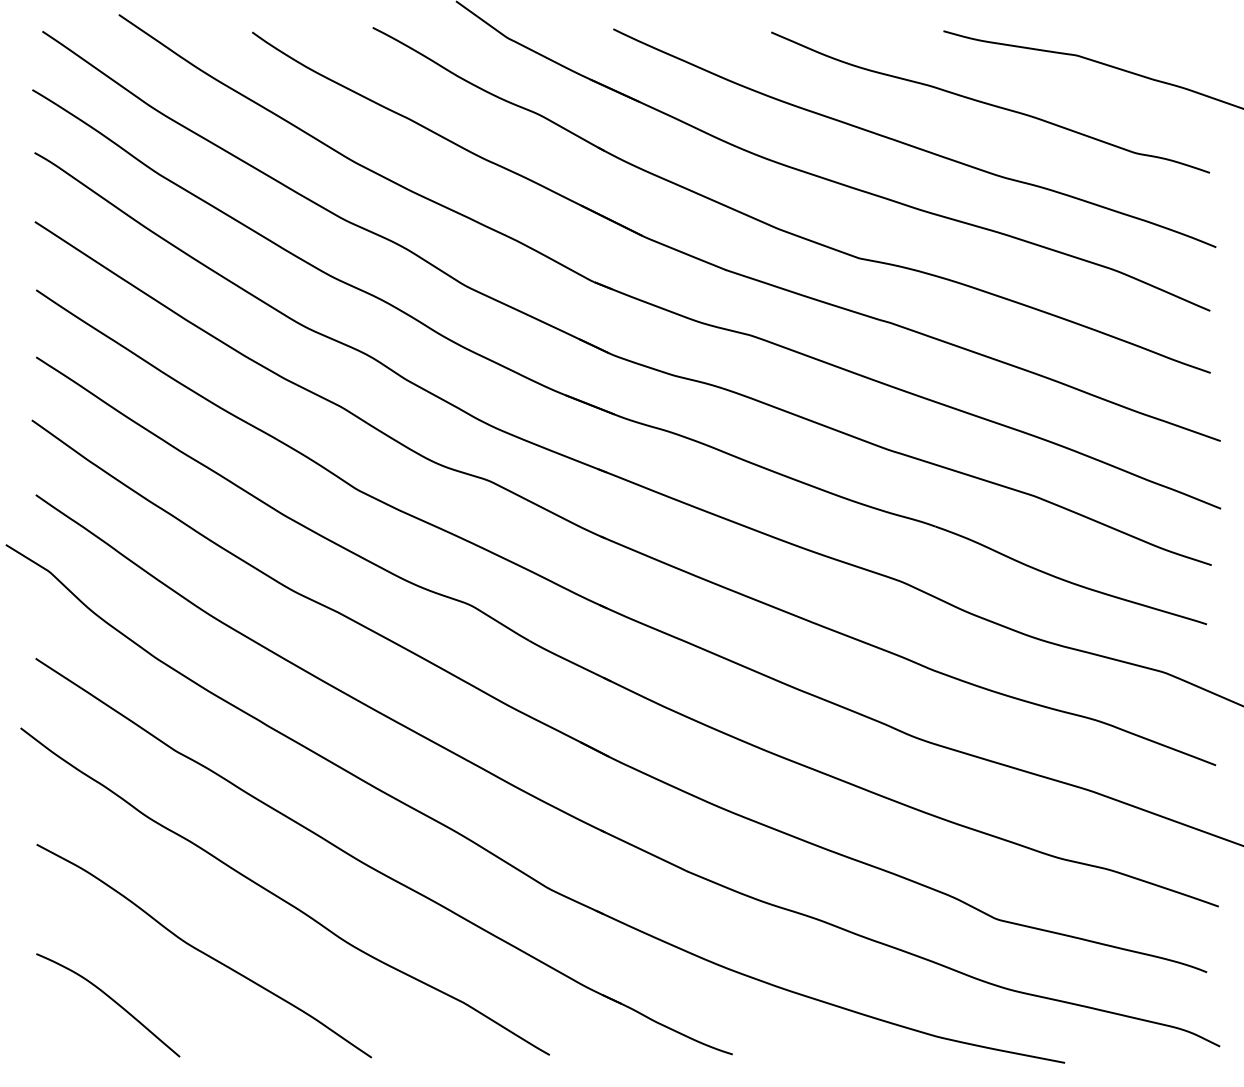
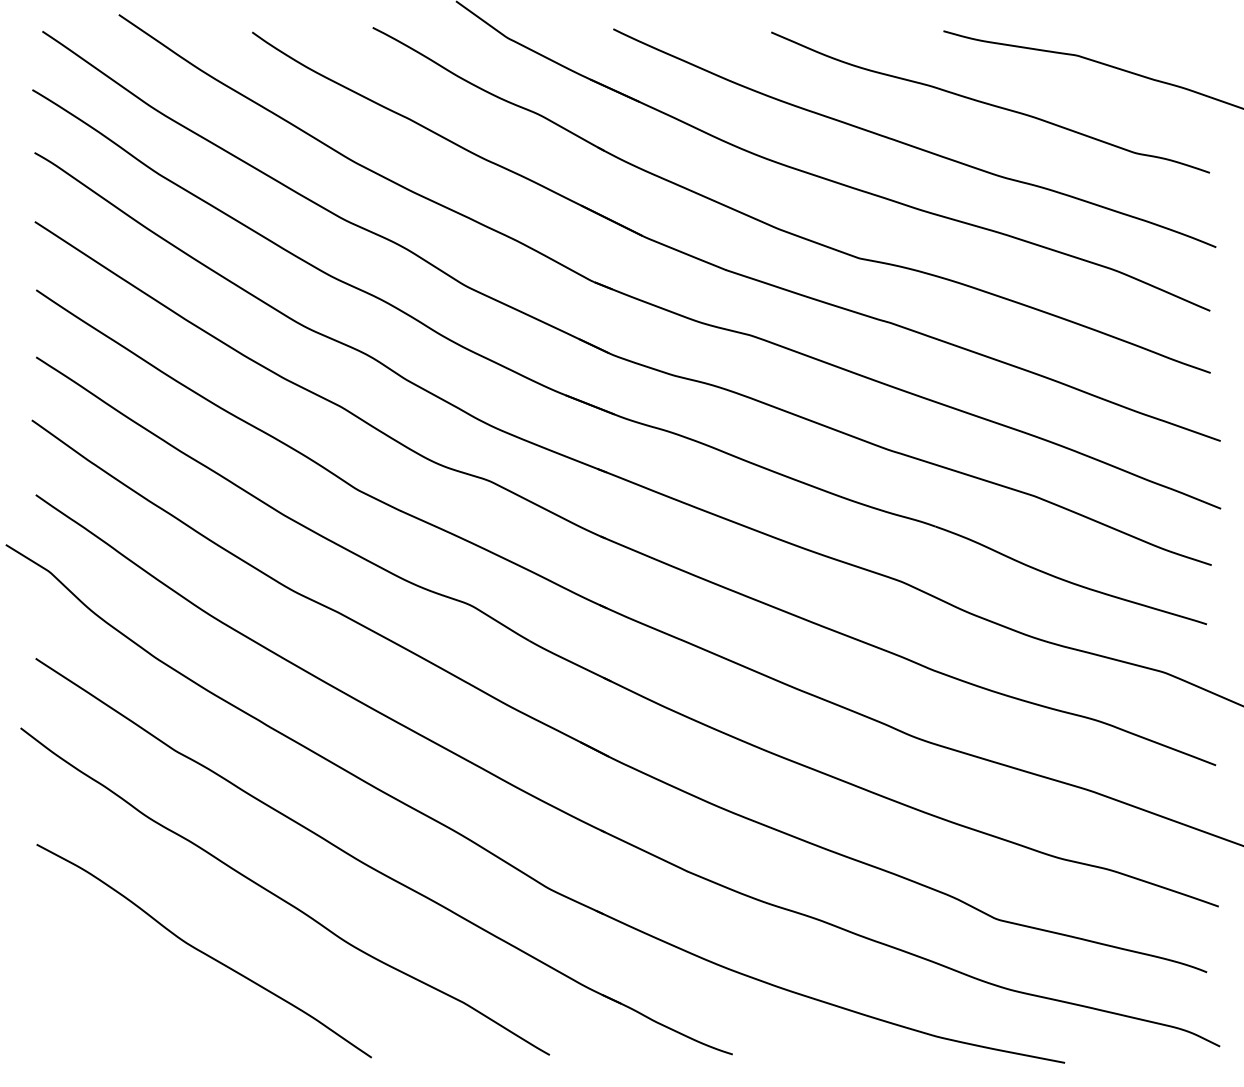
curve at (110, 999): present -> none
